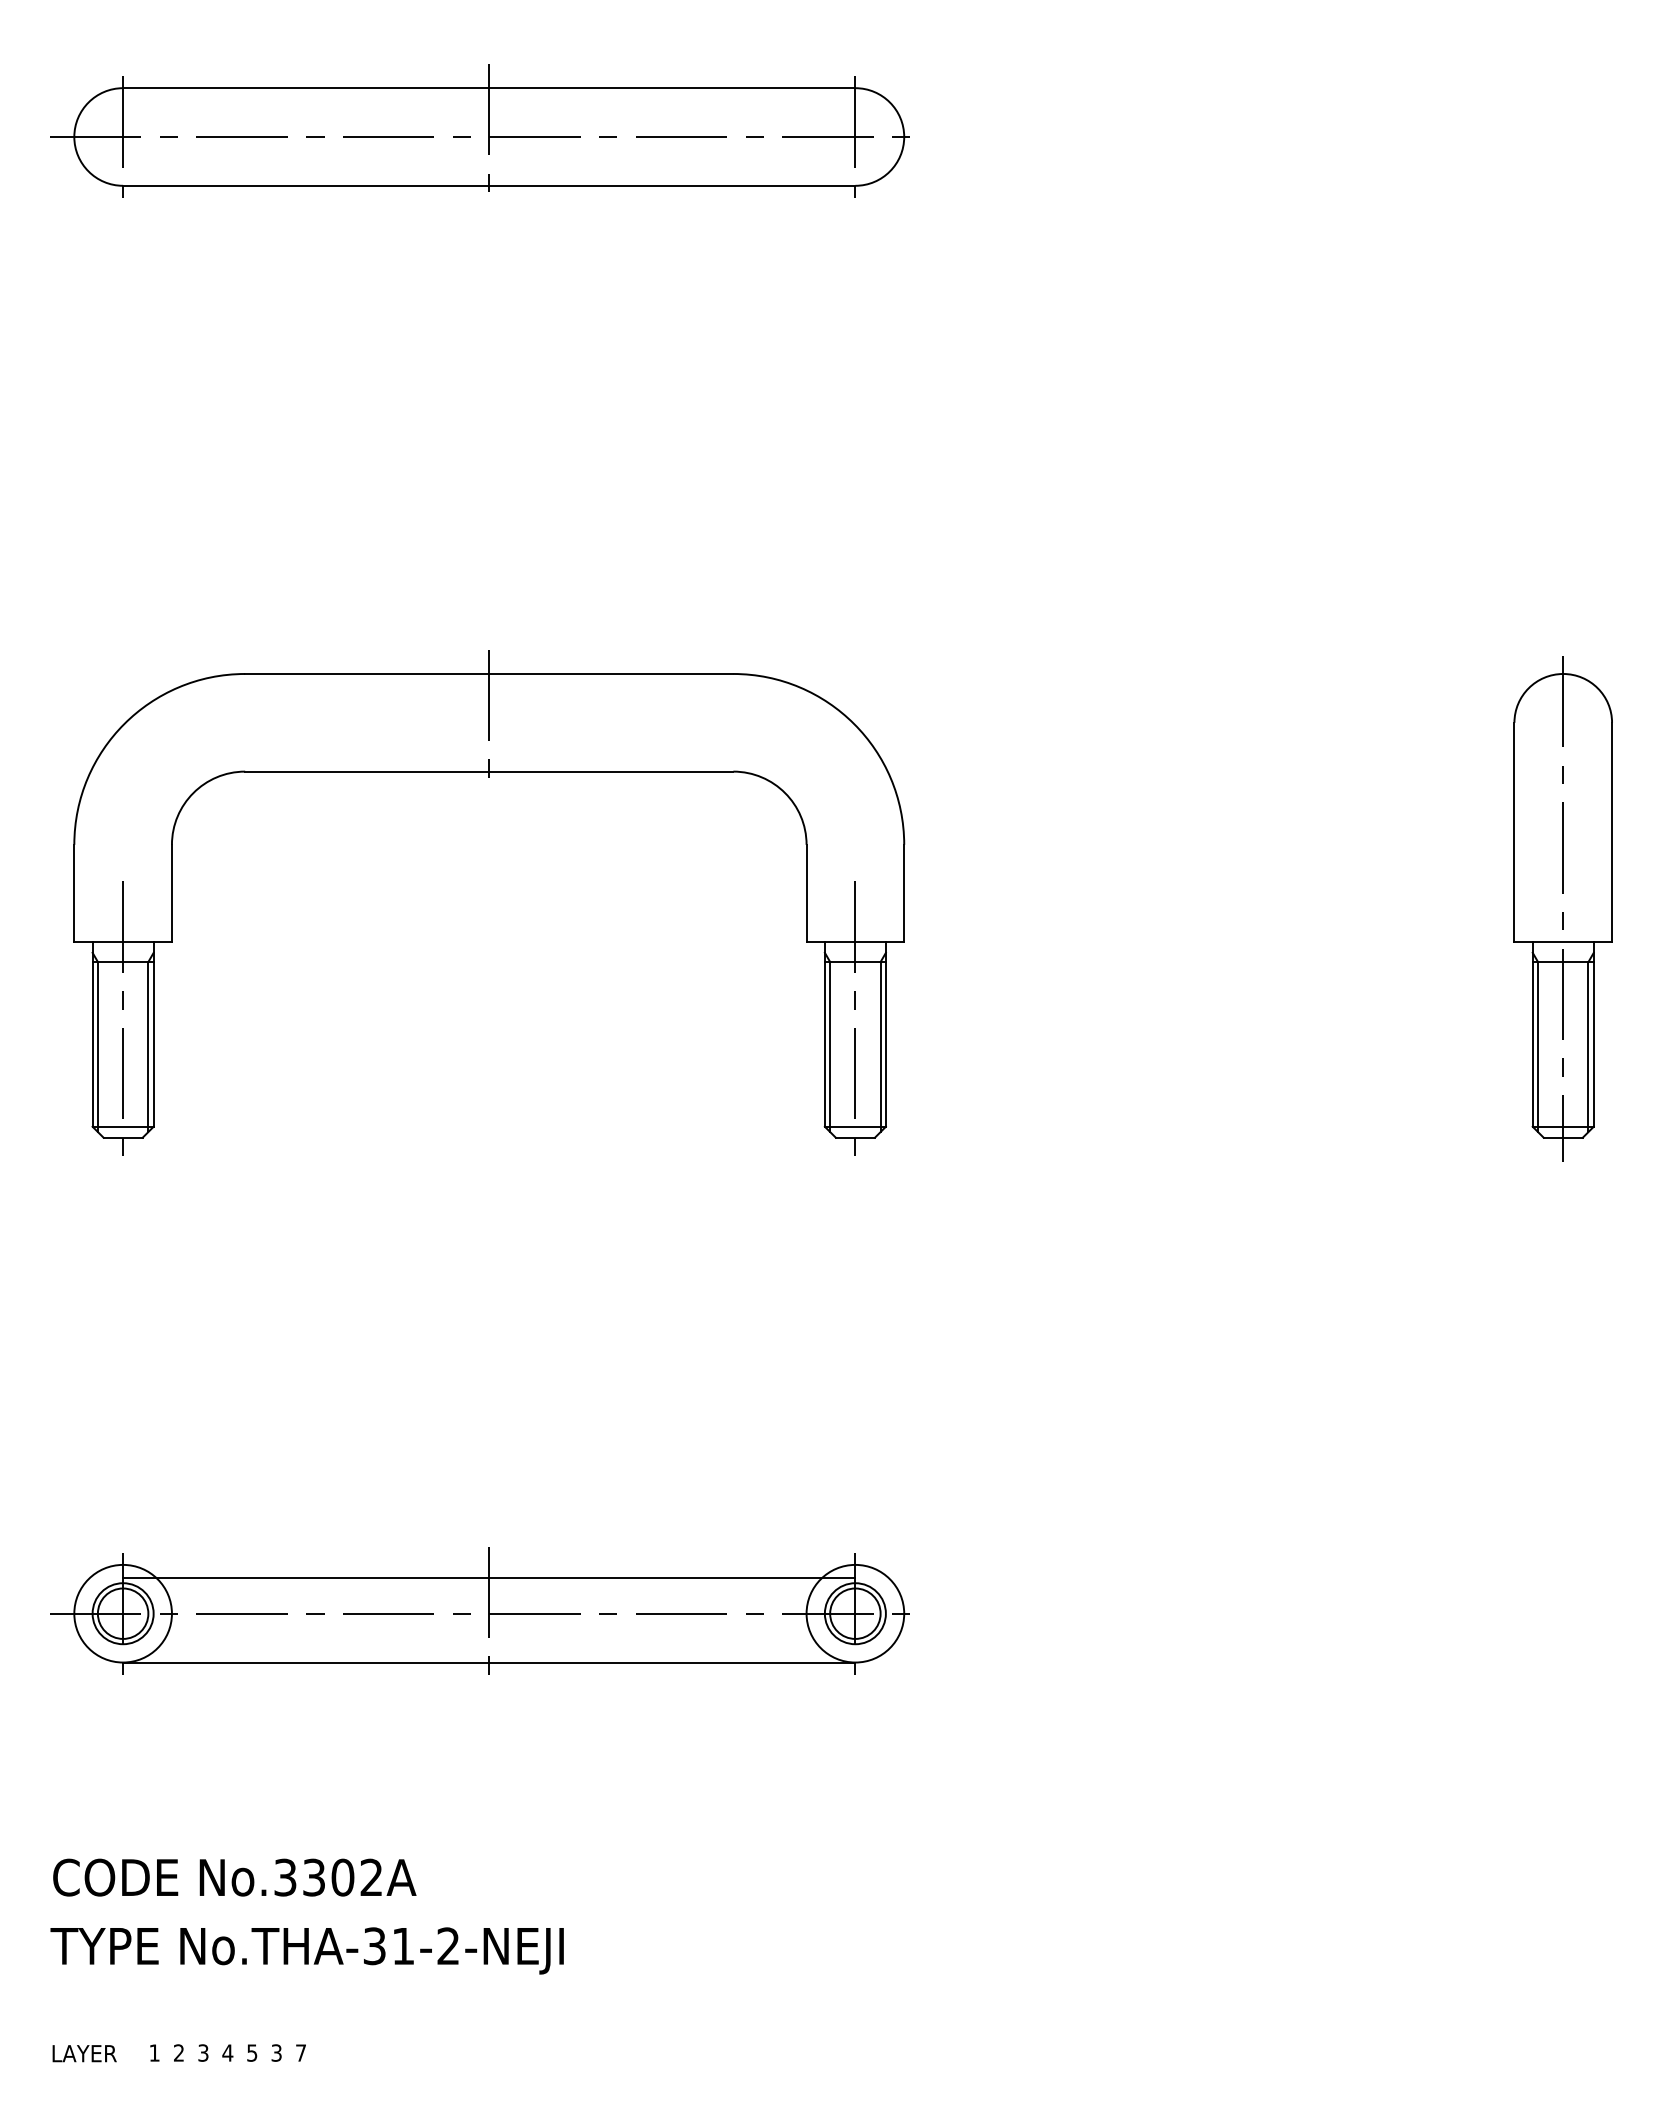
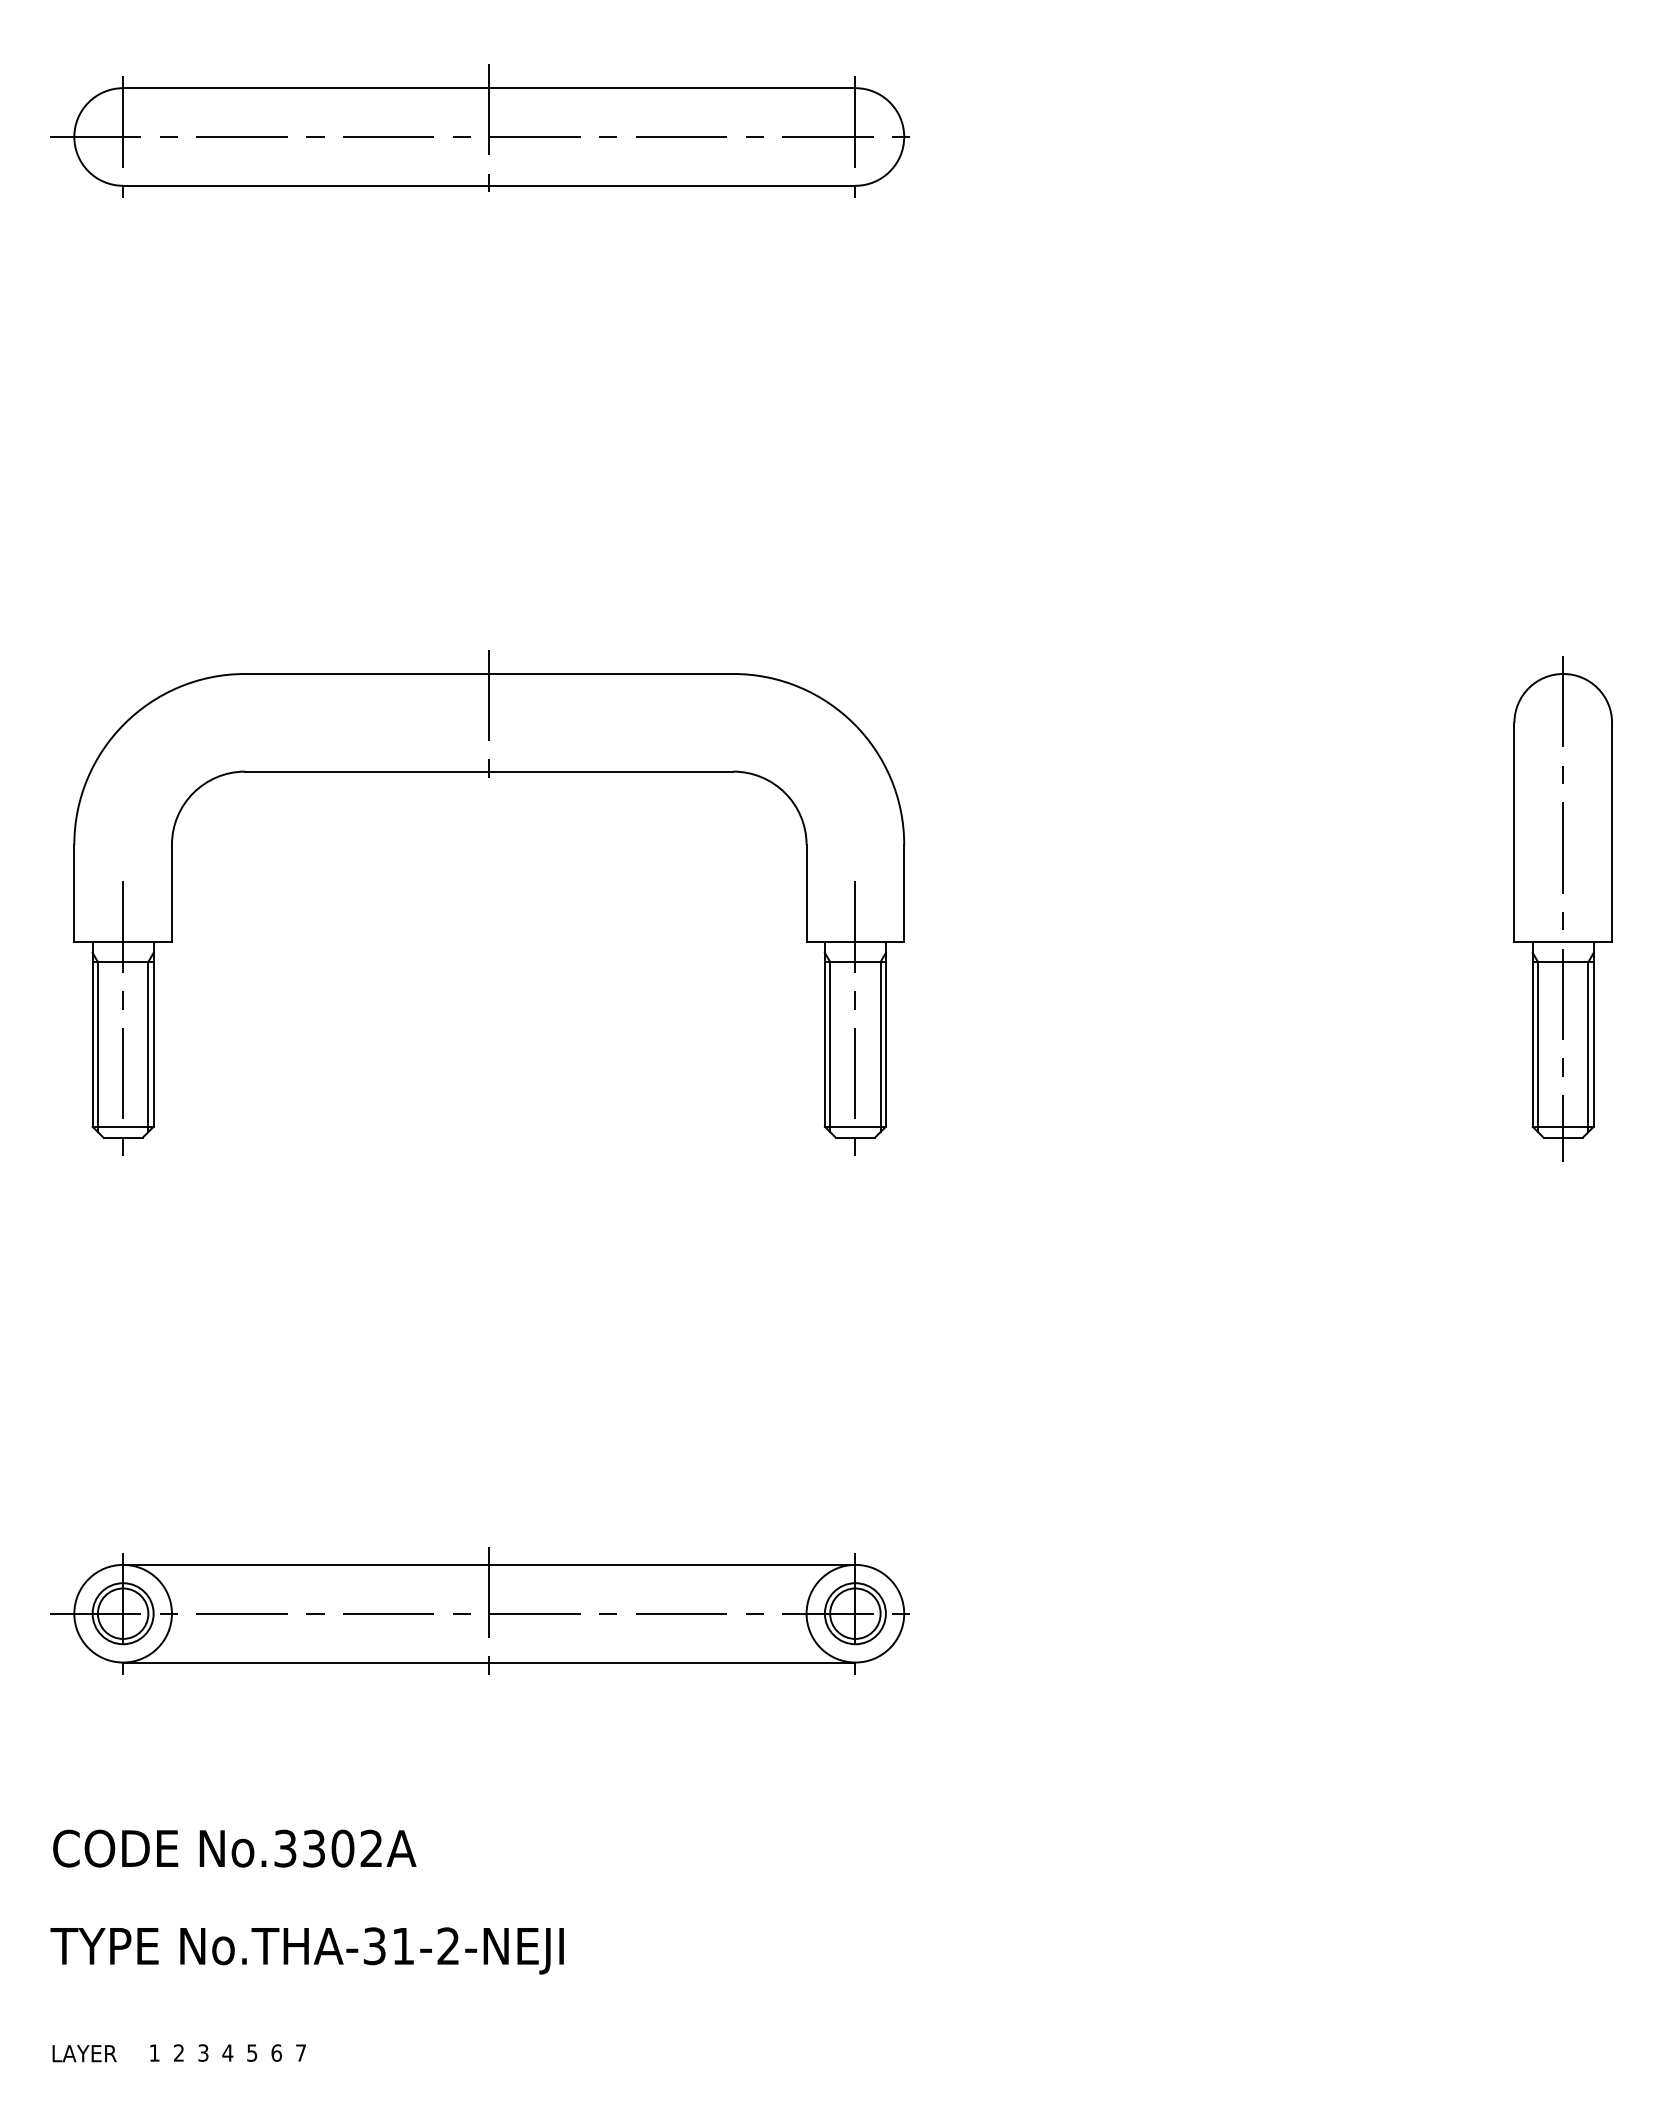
line at (489, 1577) position: (489, 1577) -> (489, 1564)
text at (234, 1877) position: (234, 1877) -> (234, 1848)
text at (276, 2052): 3 -> 6
